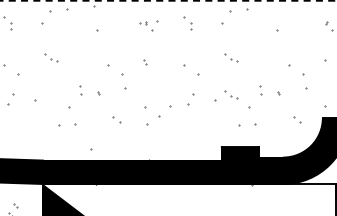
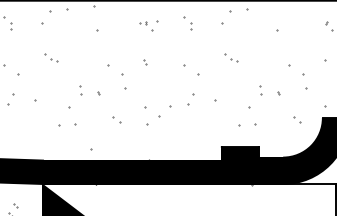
line at (168, 0): dashed -> solid
part at (231, 94): present -> none
